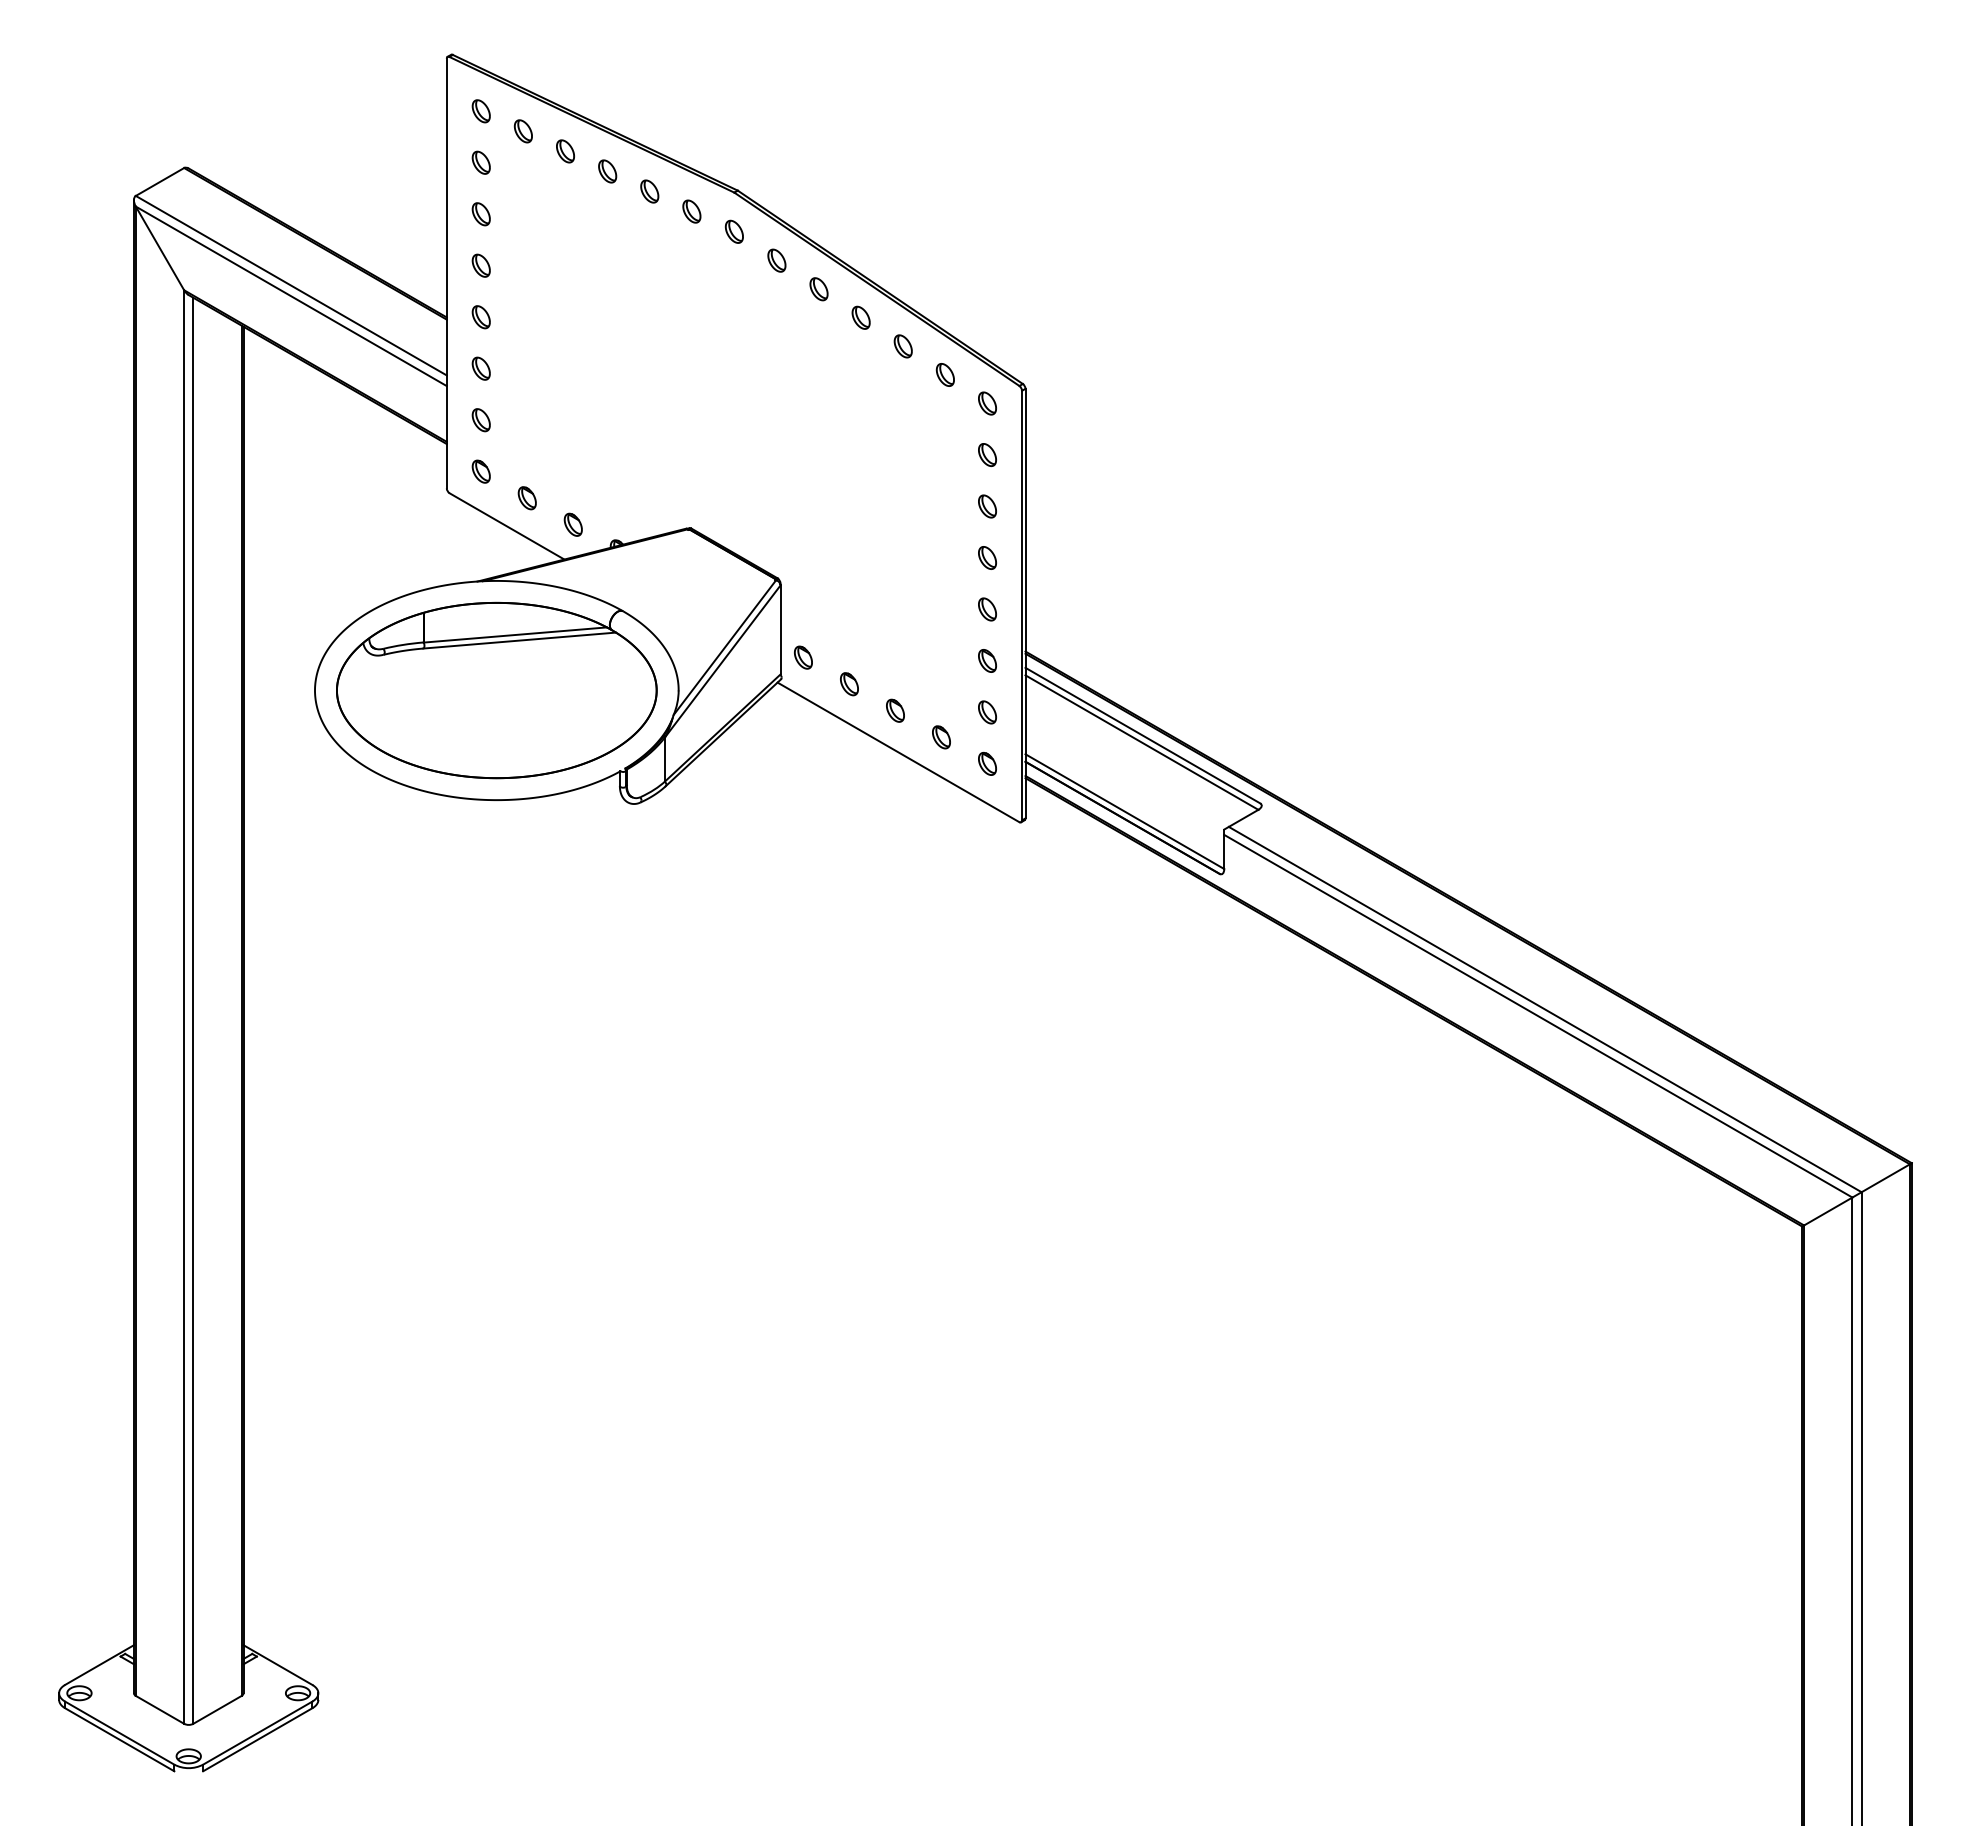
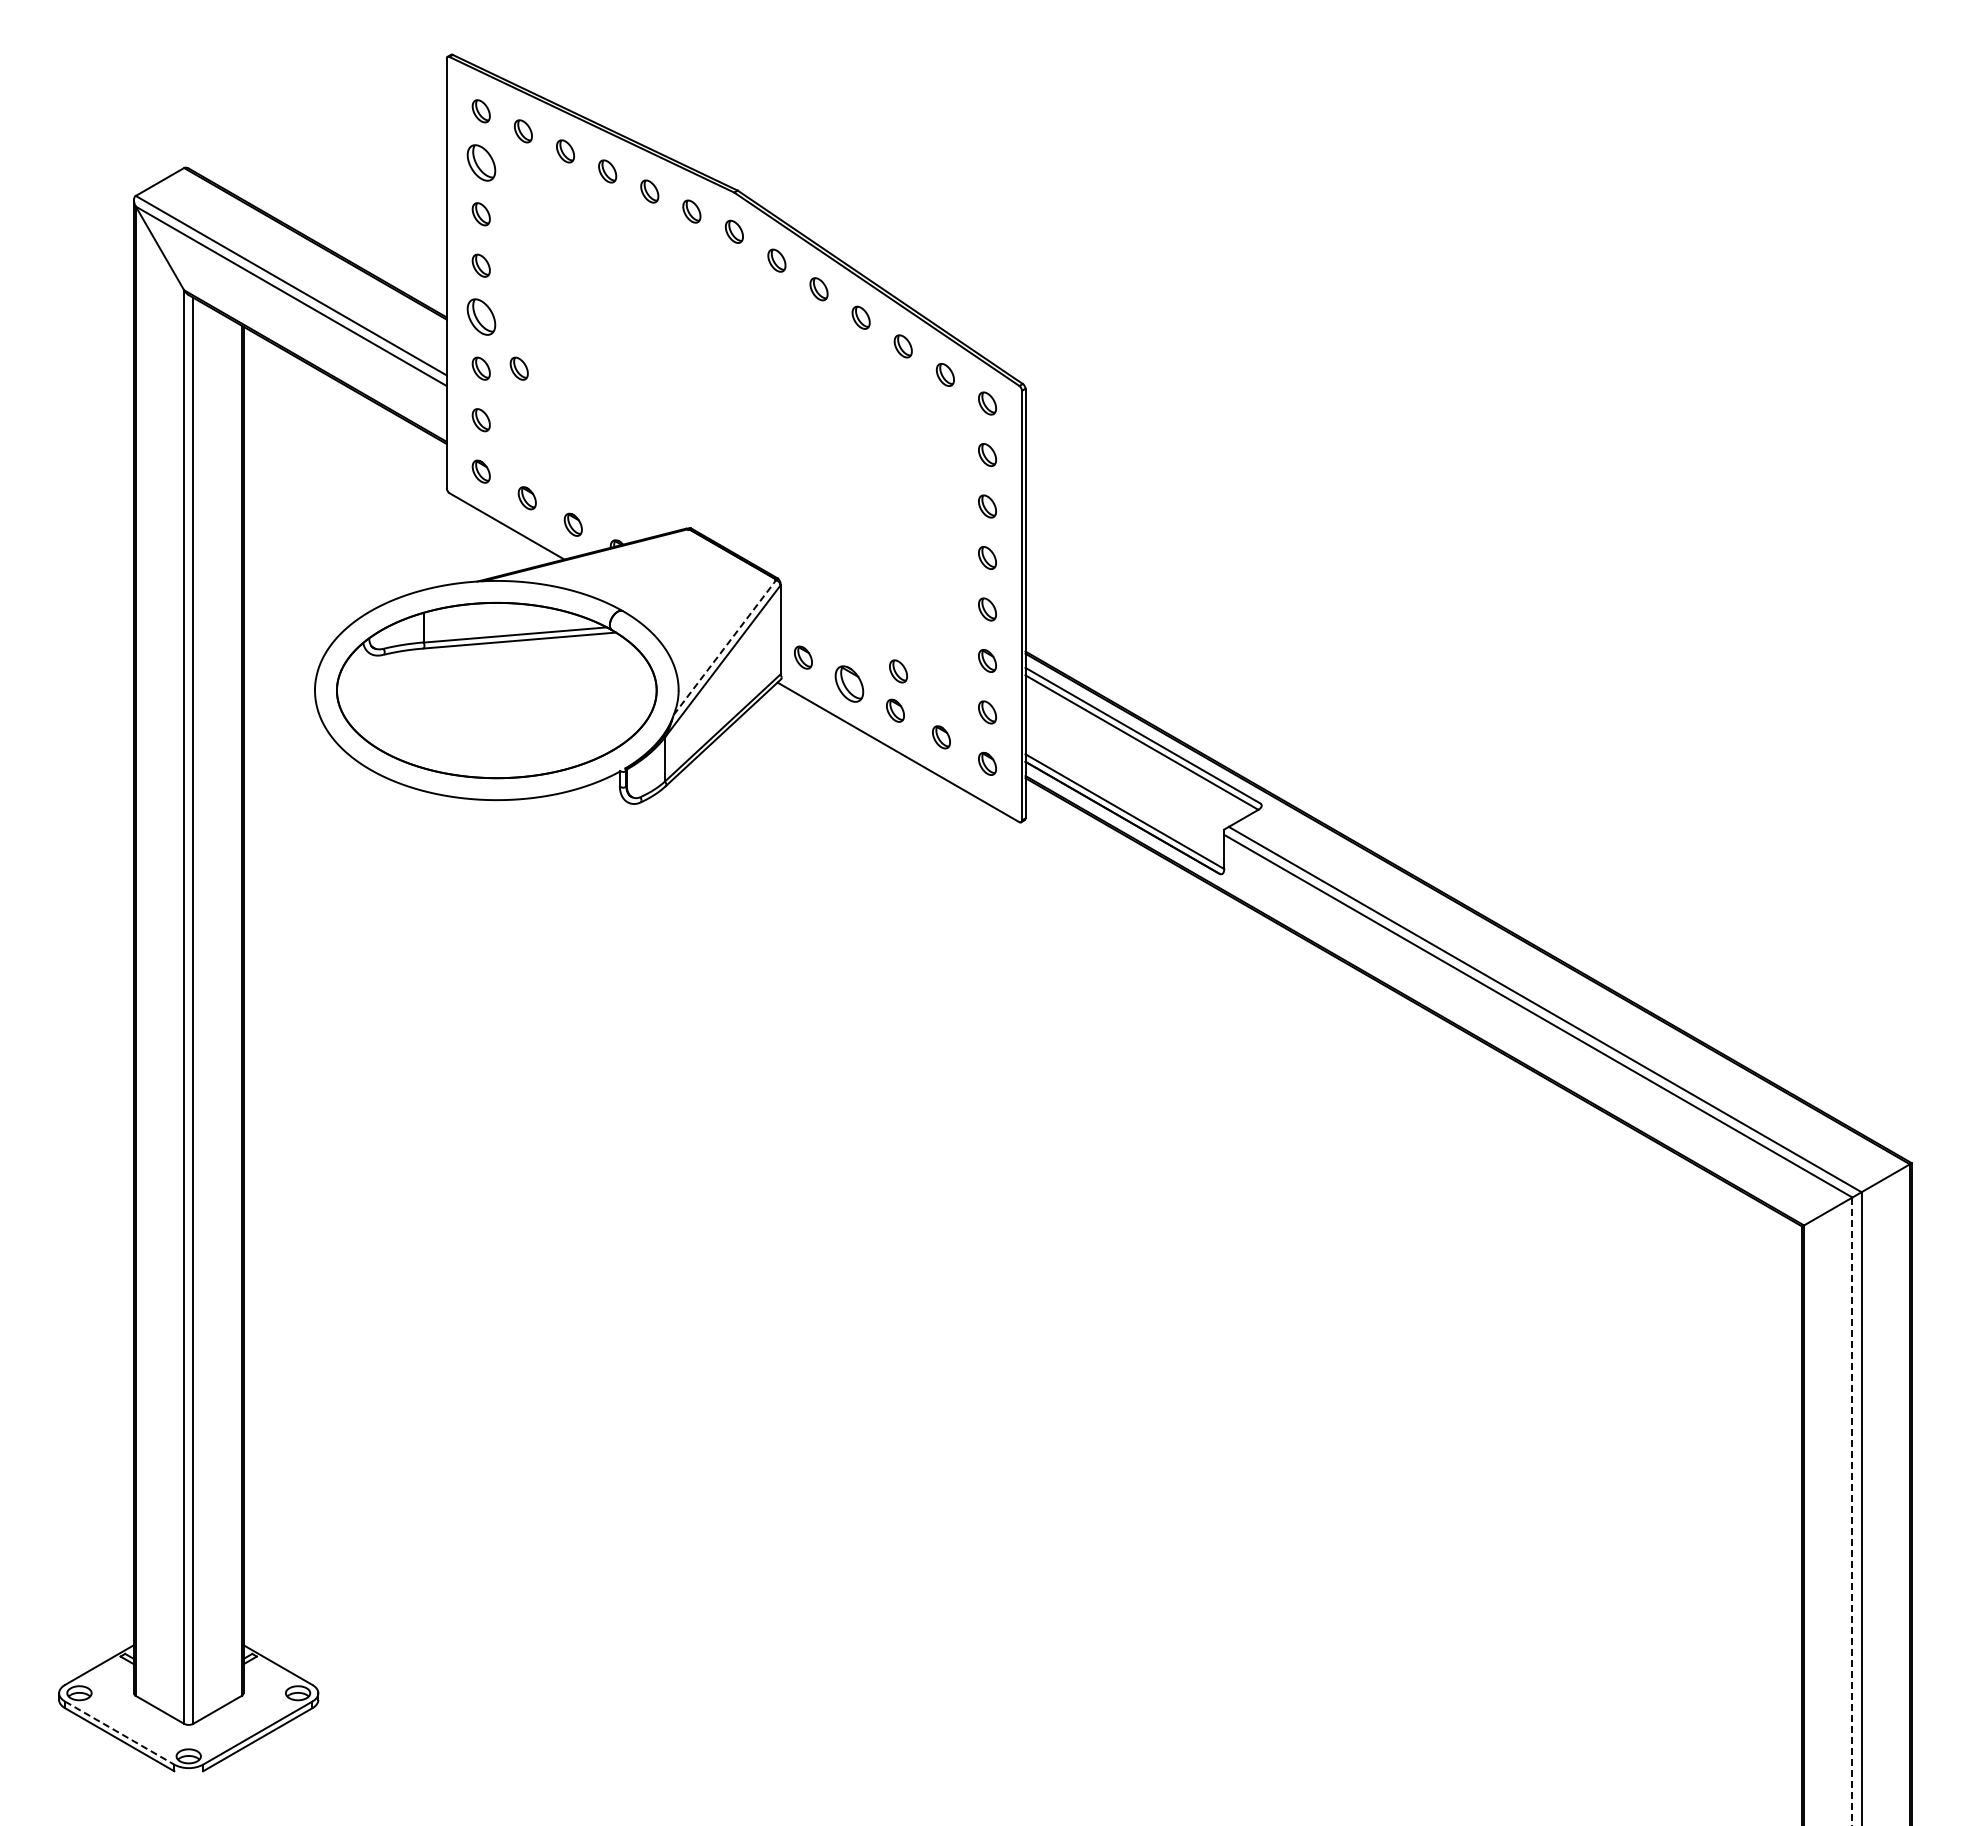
part at (480, 162) size: 20x25 px -> 31x38 px
part at (480, 317) size: 20x25 px -> 31x38 px
part at (518, 368): none -> present
line at (724, 647): solid -> dashed
part at (898, 671): none -> present
part at (849, 684) size: 19x25 px -> 31x38 px
line at (1852, 1511): solid -> dashed
line at (120, 1733): solid -> dashed
